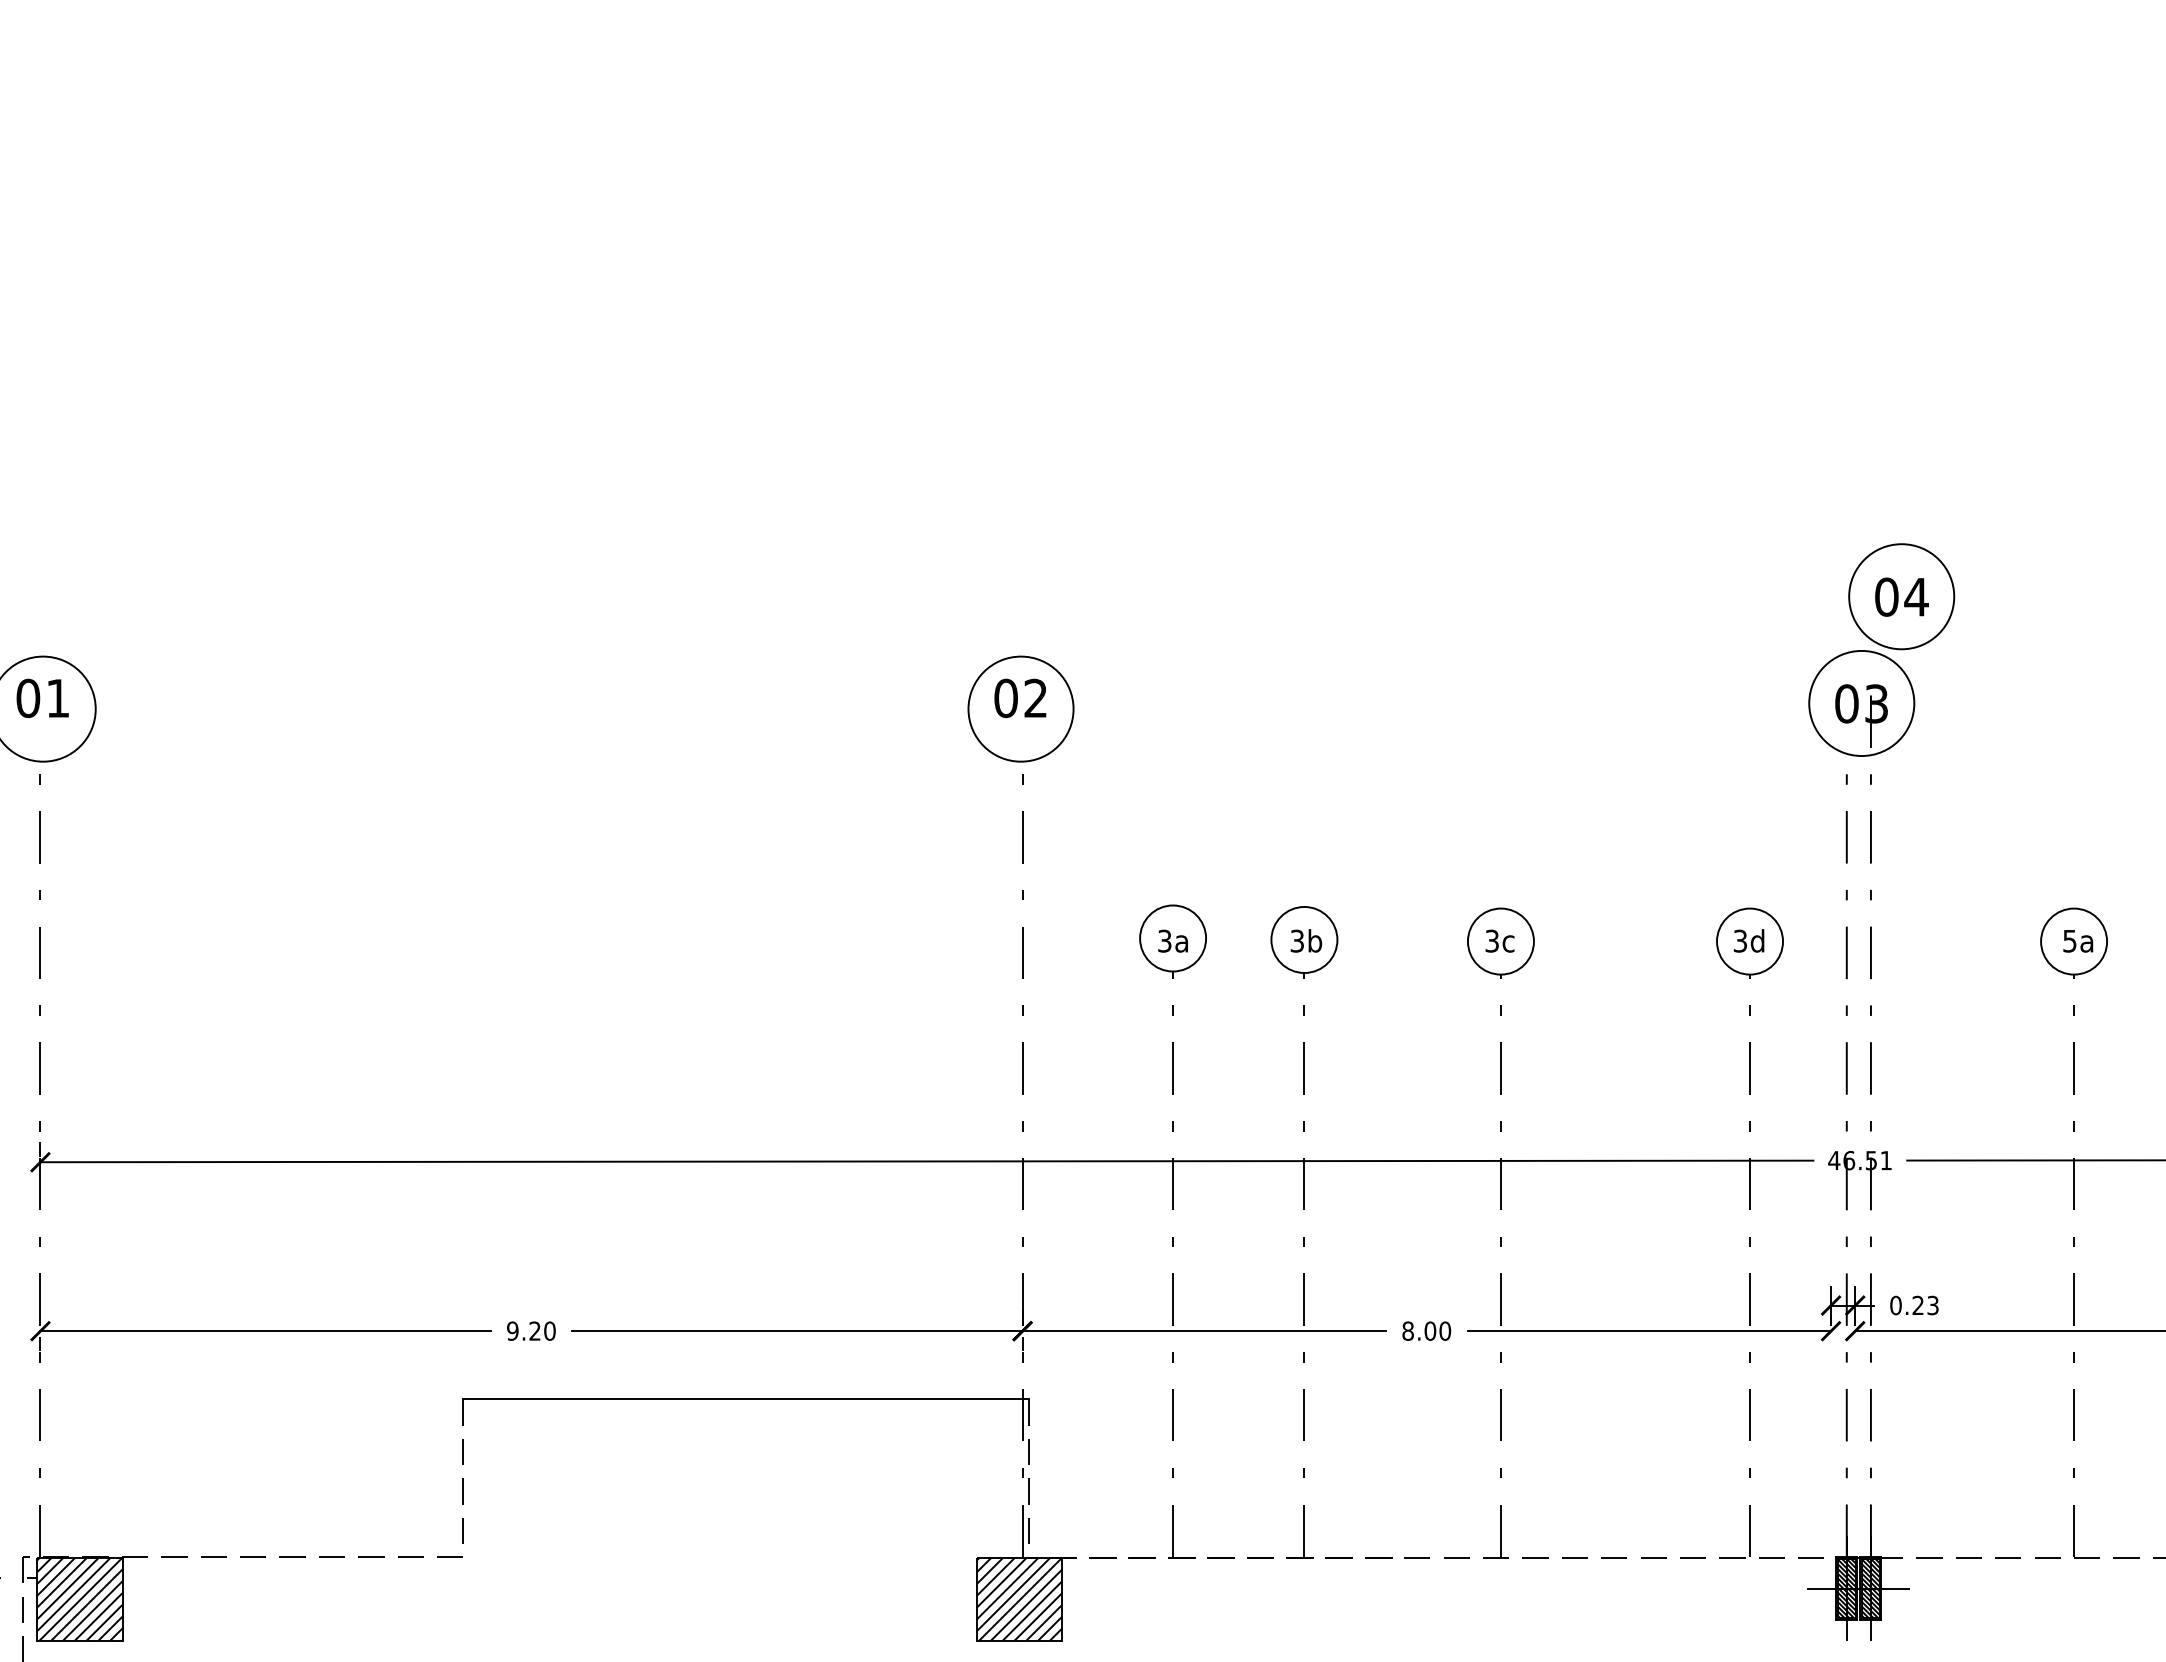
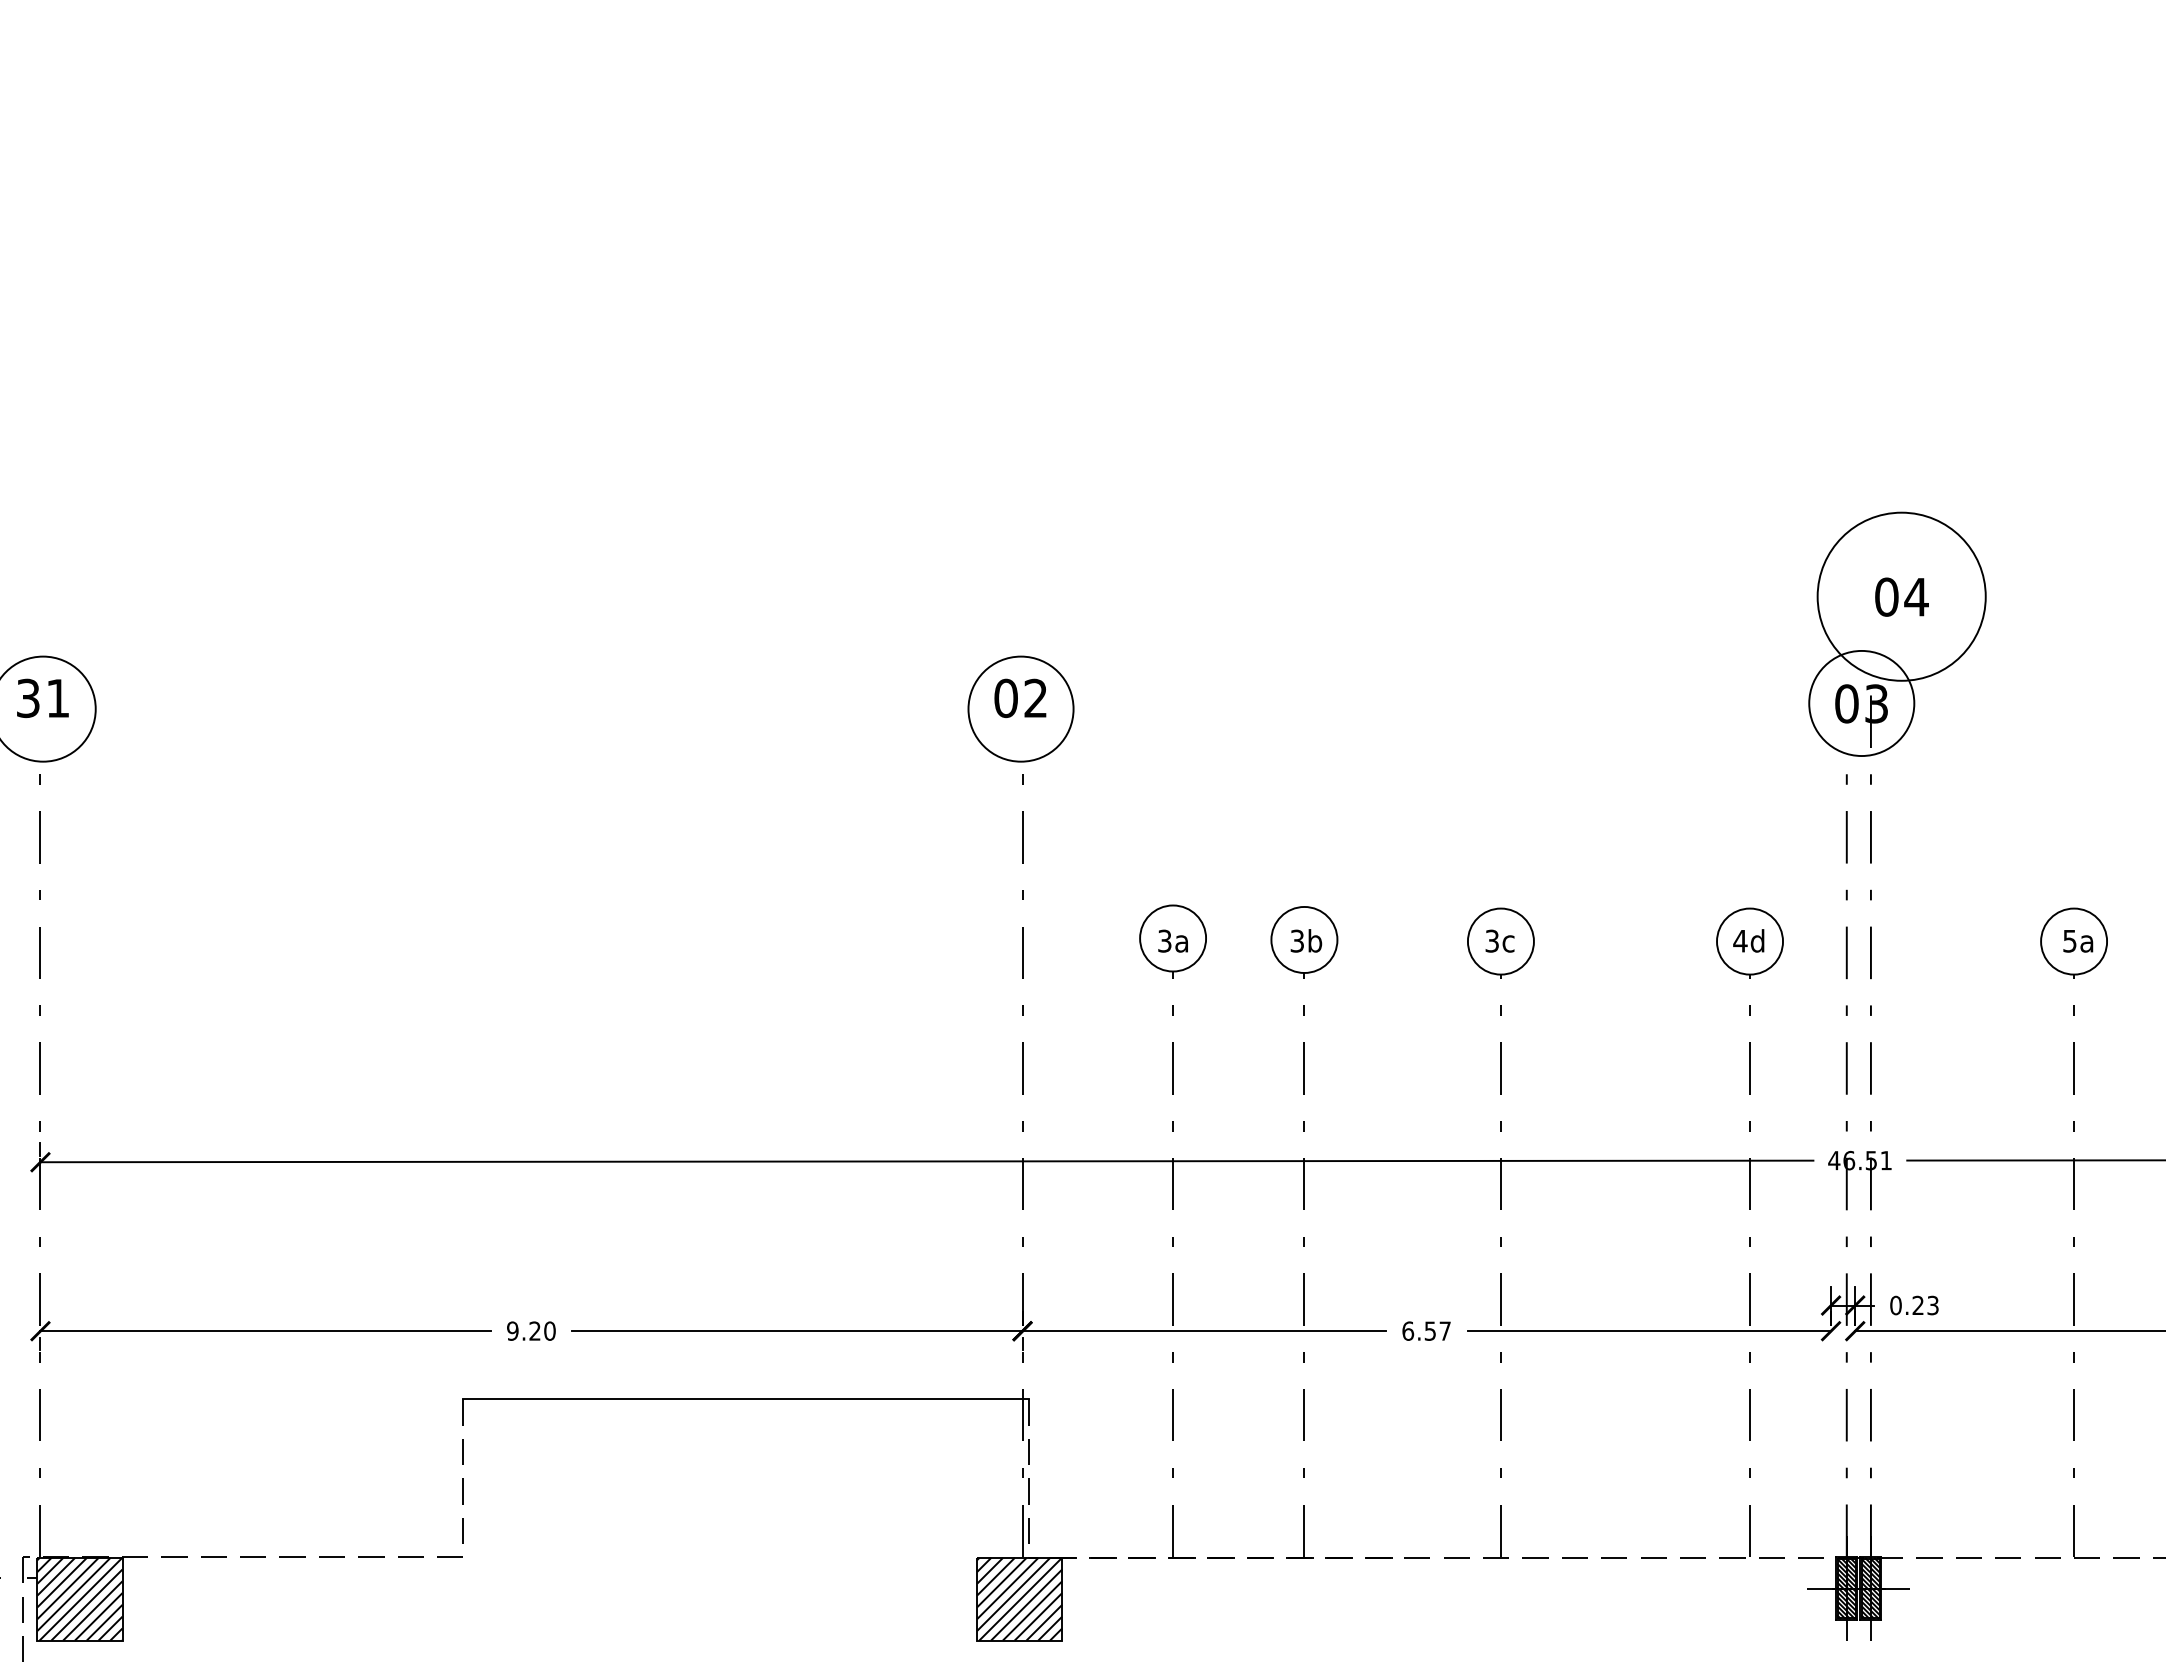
circle at (1901, 596) diameter: 105 px -> 168 px
text at (28, 698): 01 -> 31
text at (1740, 940): 3d -> 4d
text at (1426, 1330): 8.00 -> 6.57
